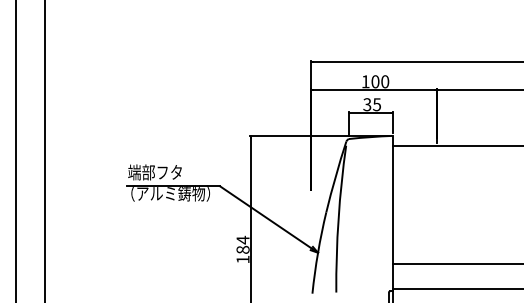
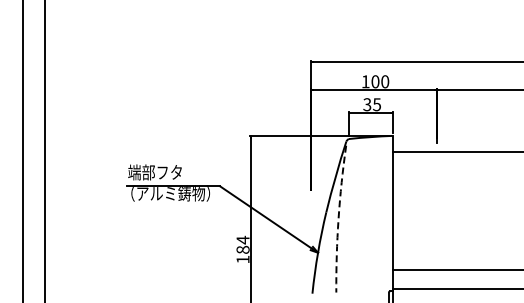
line at (456, 146) position: (456, 146) -> (456, 152)
line at (15, 150) position: (15, 150) -> (22, 150)
arc at (338, 218): solid -> dashed
line at (456, 264) position: (456, 264) -> (456, 270)
